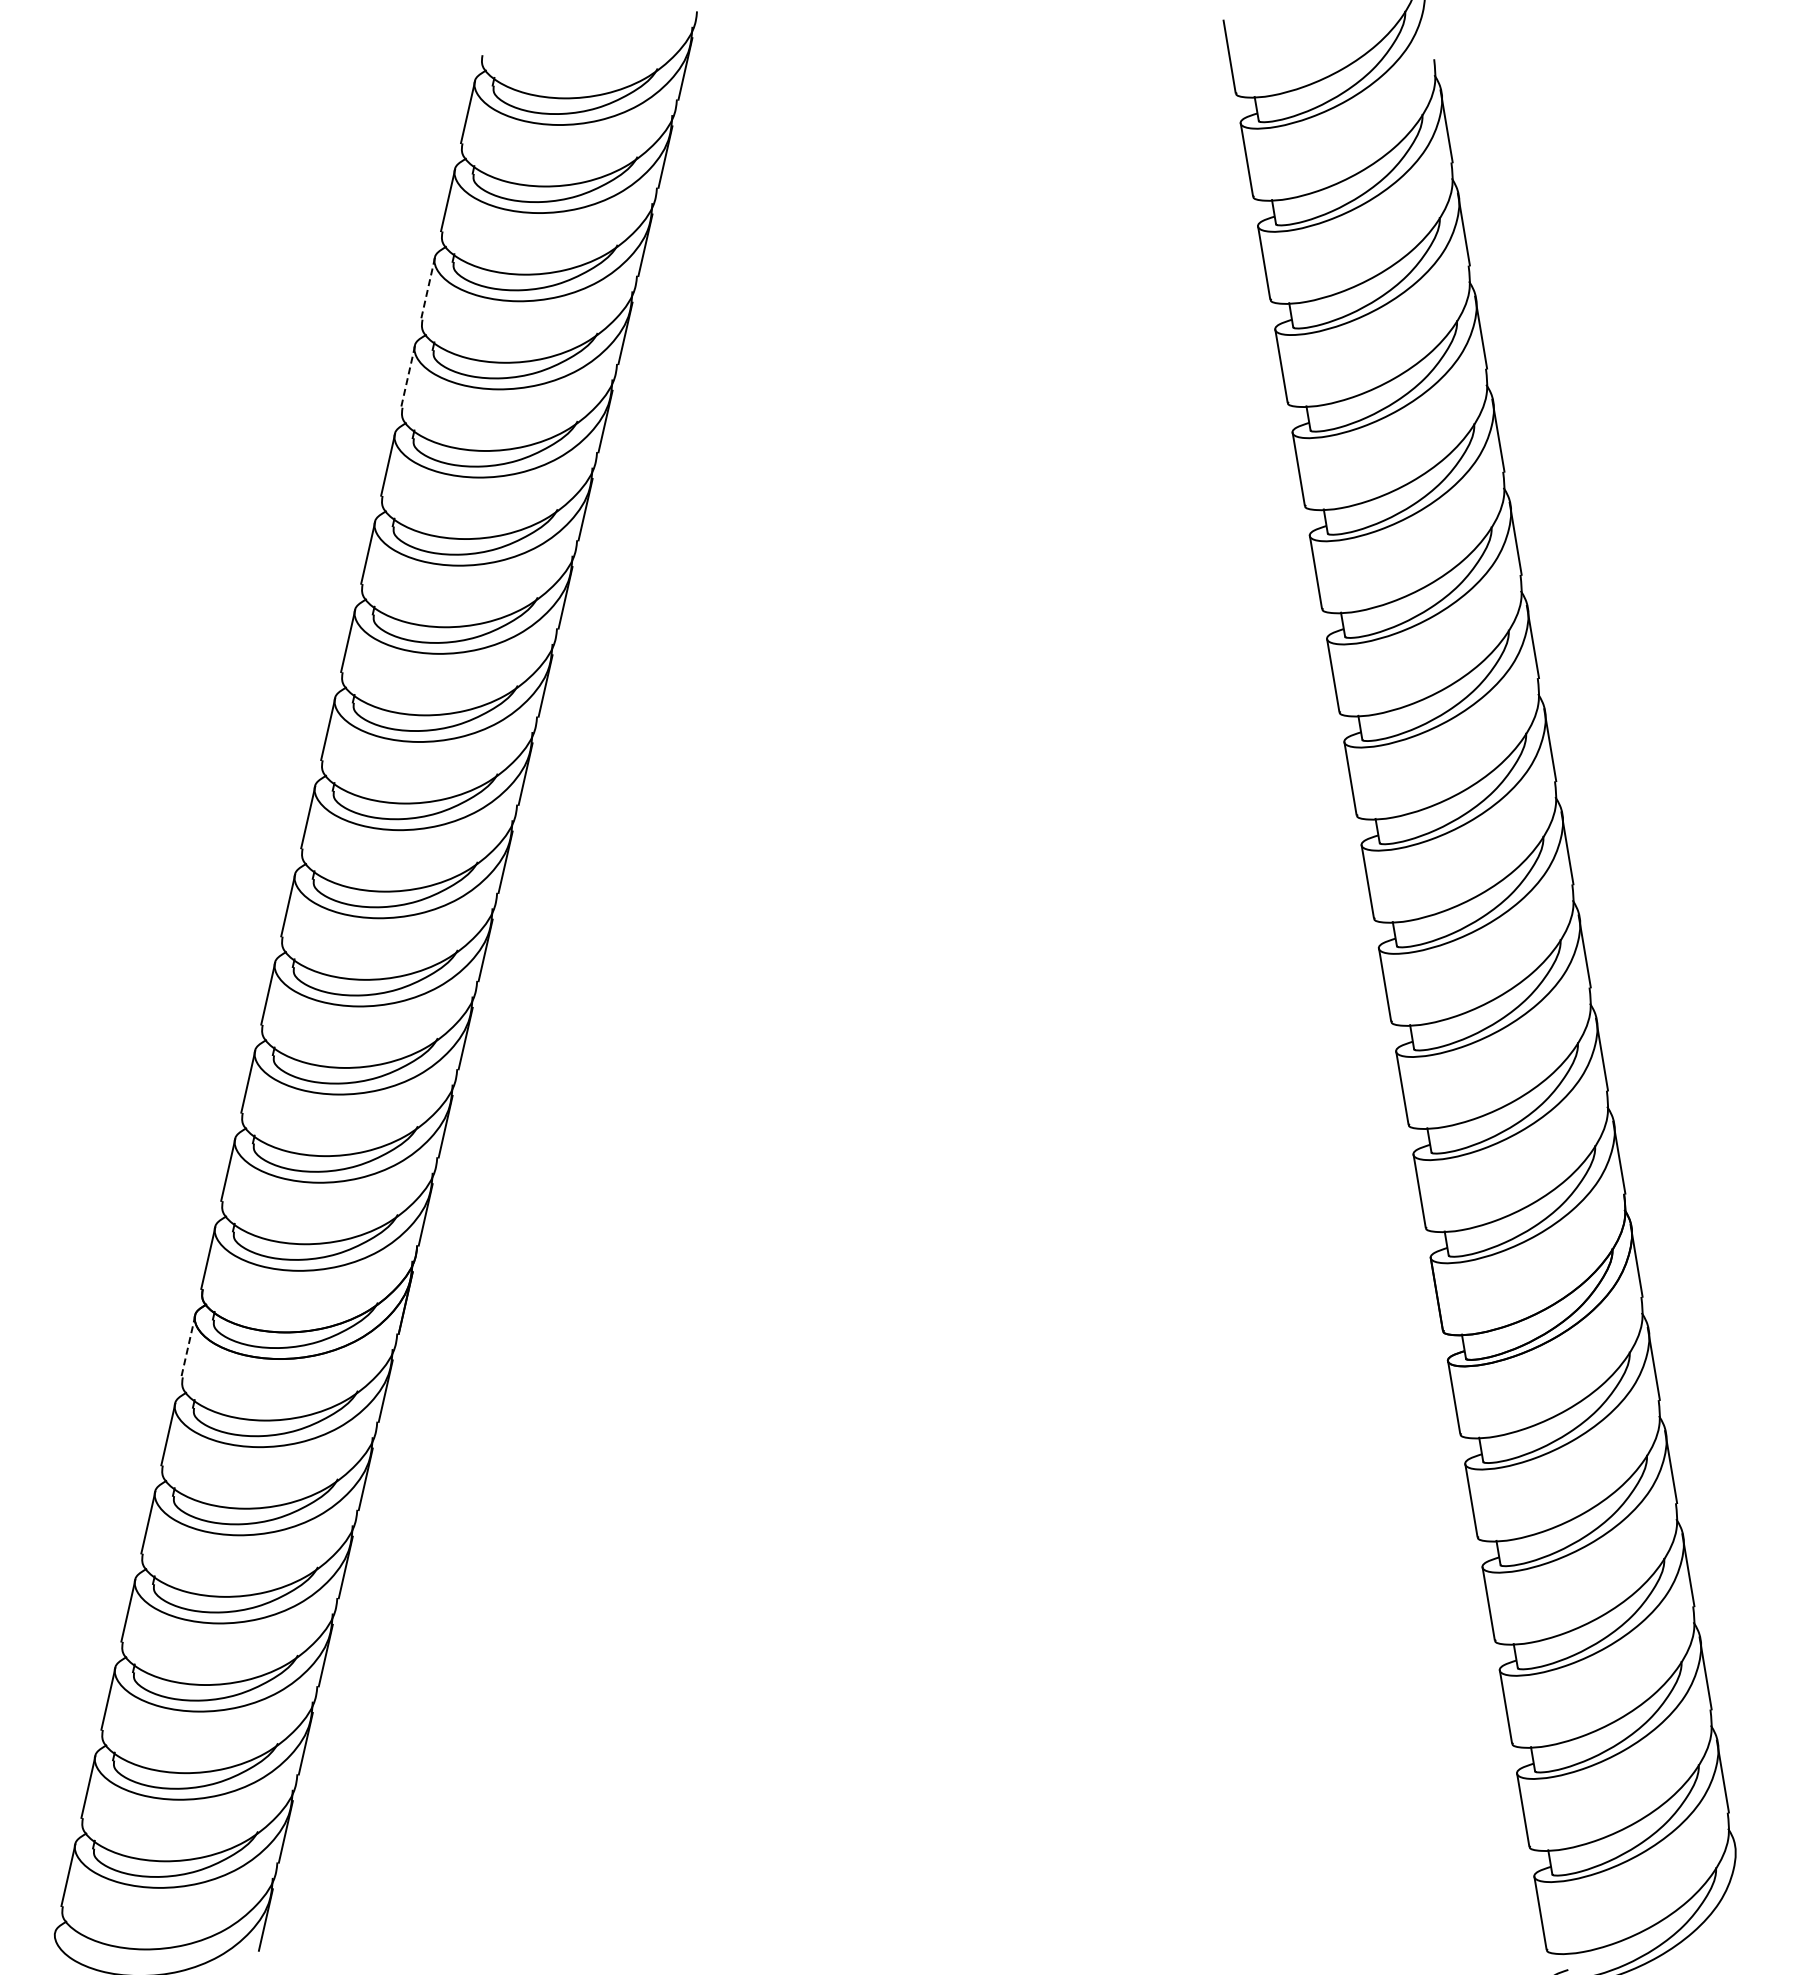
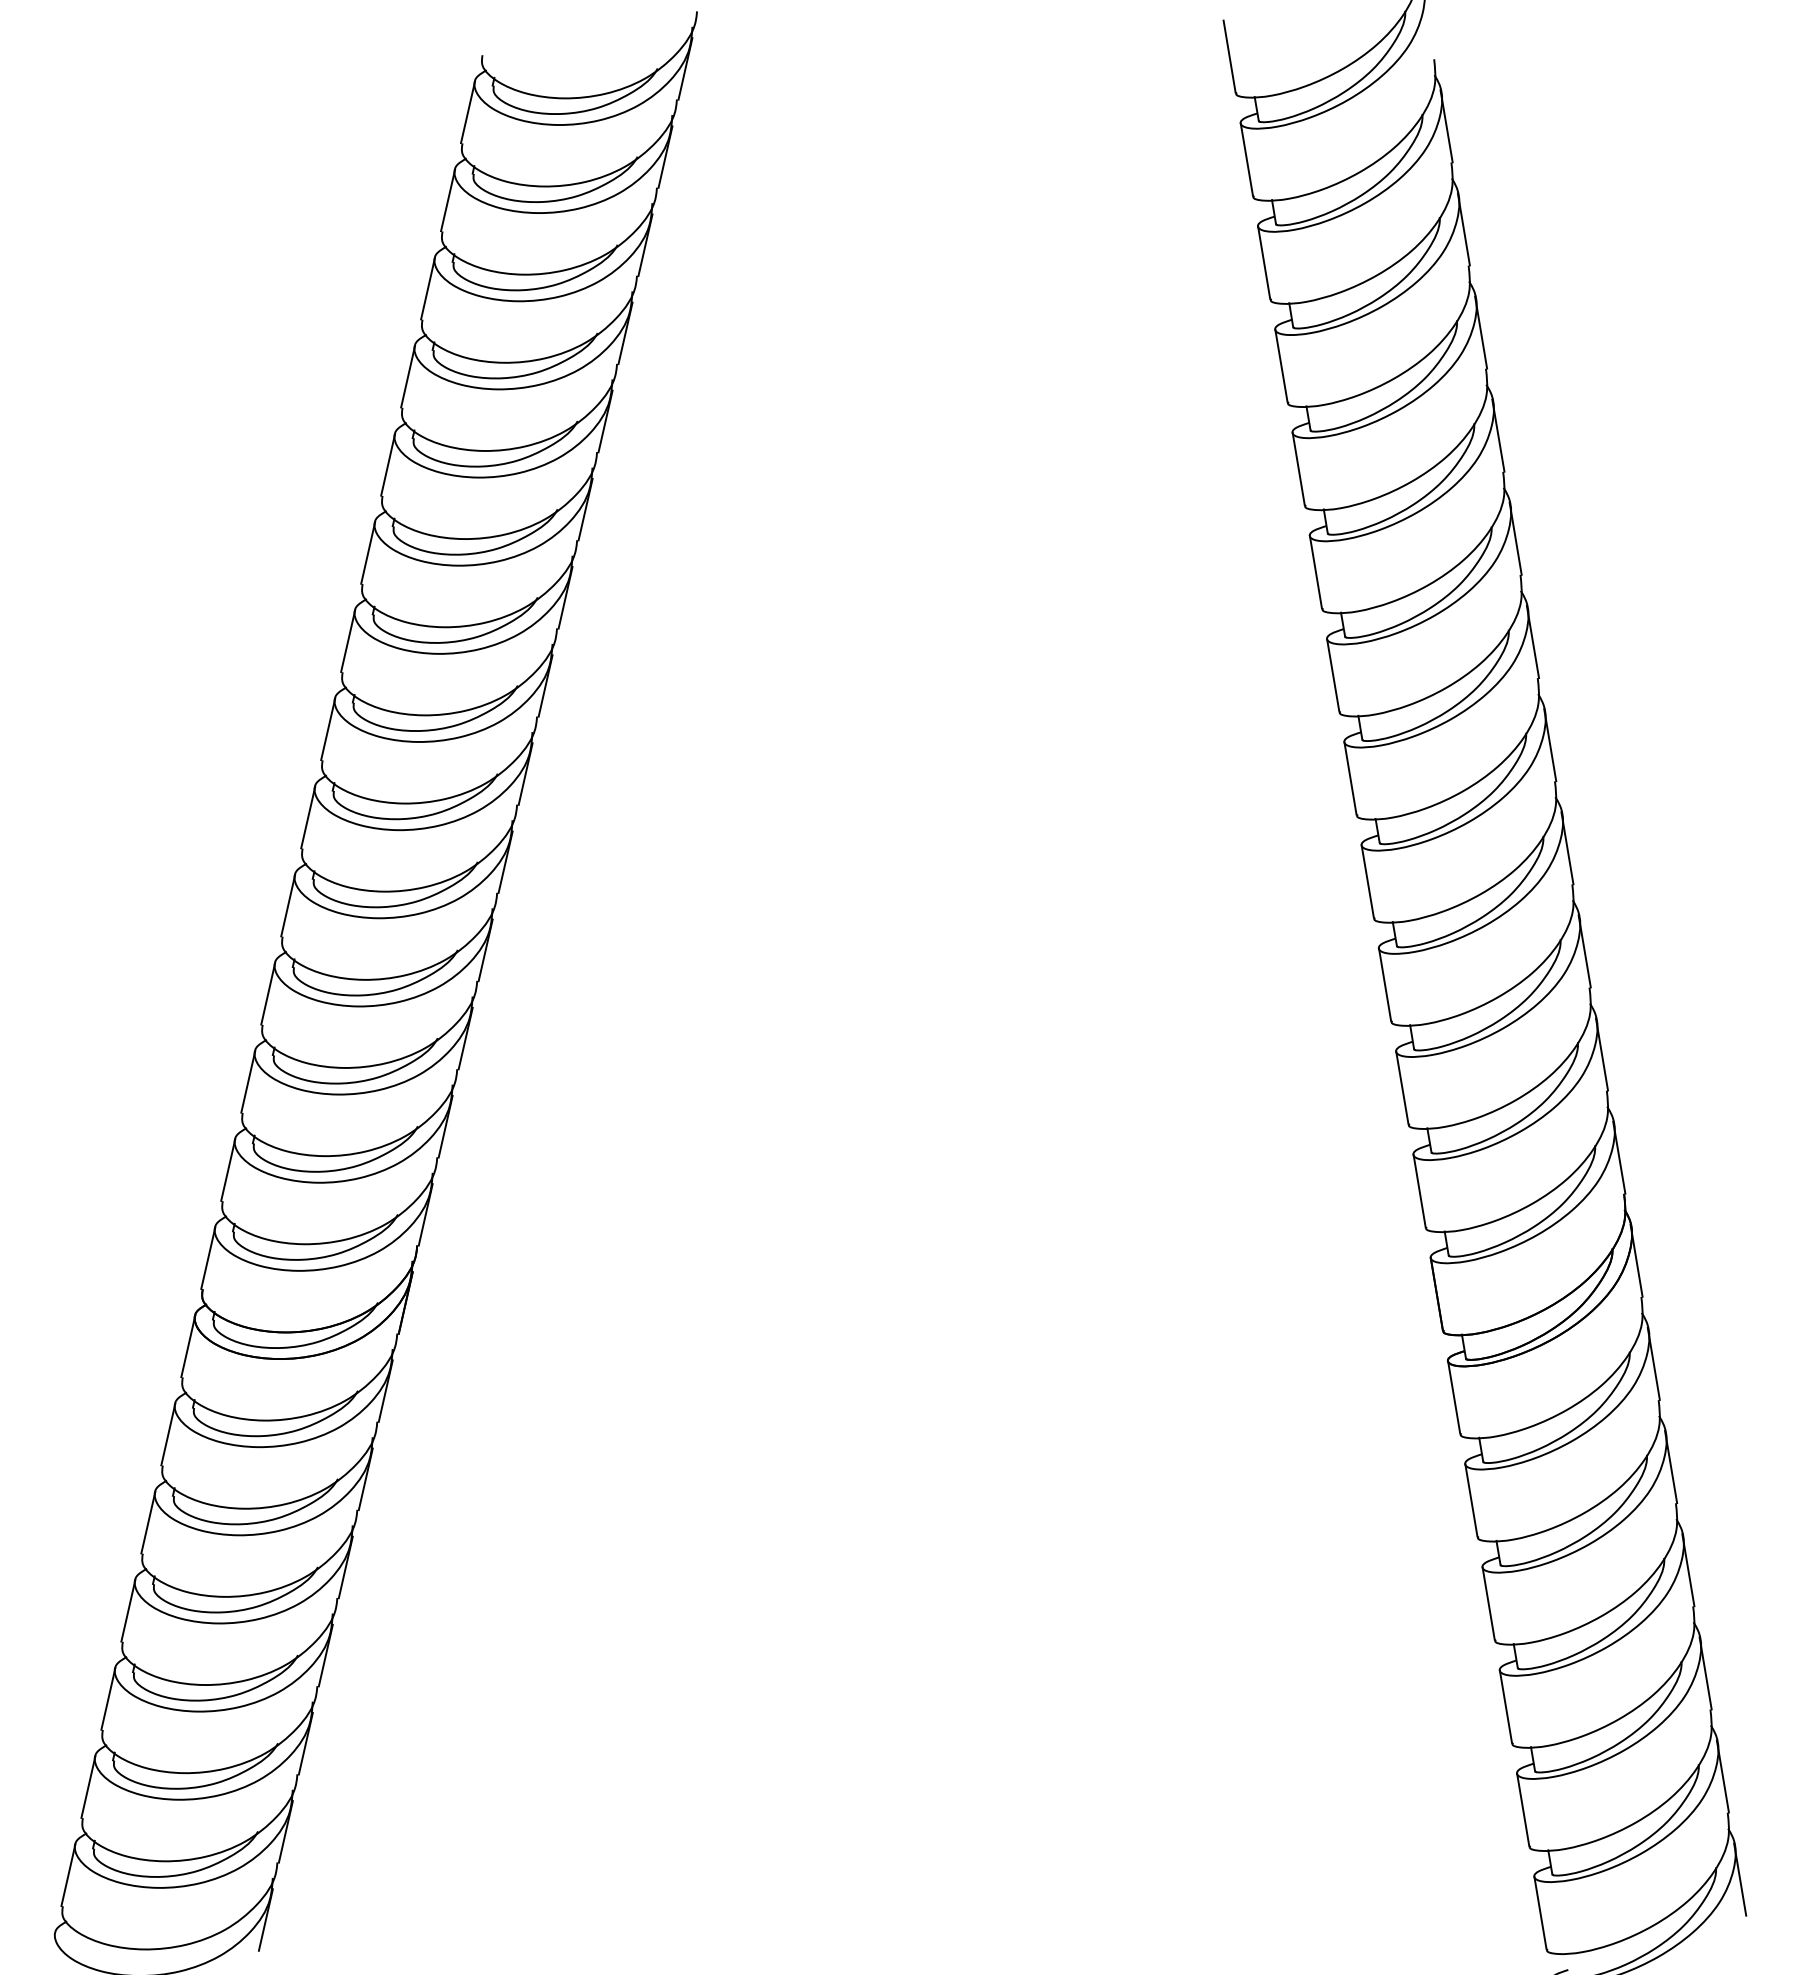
line at (428, 288): dashed -> solid
line at (408, 376): dashed -> solid
line at (188, 1346): dashed -> solid
line at (1740, 1879): none -> present
